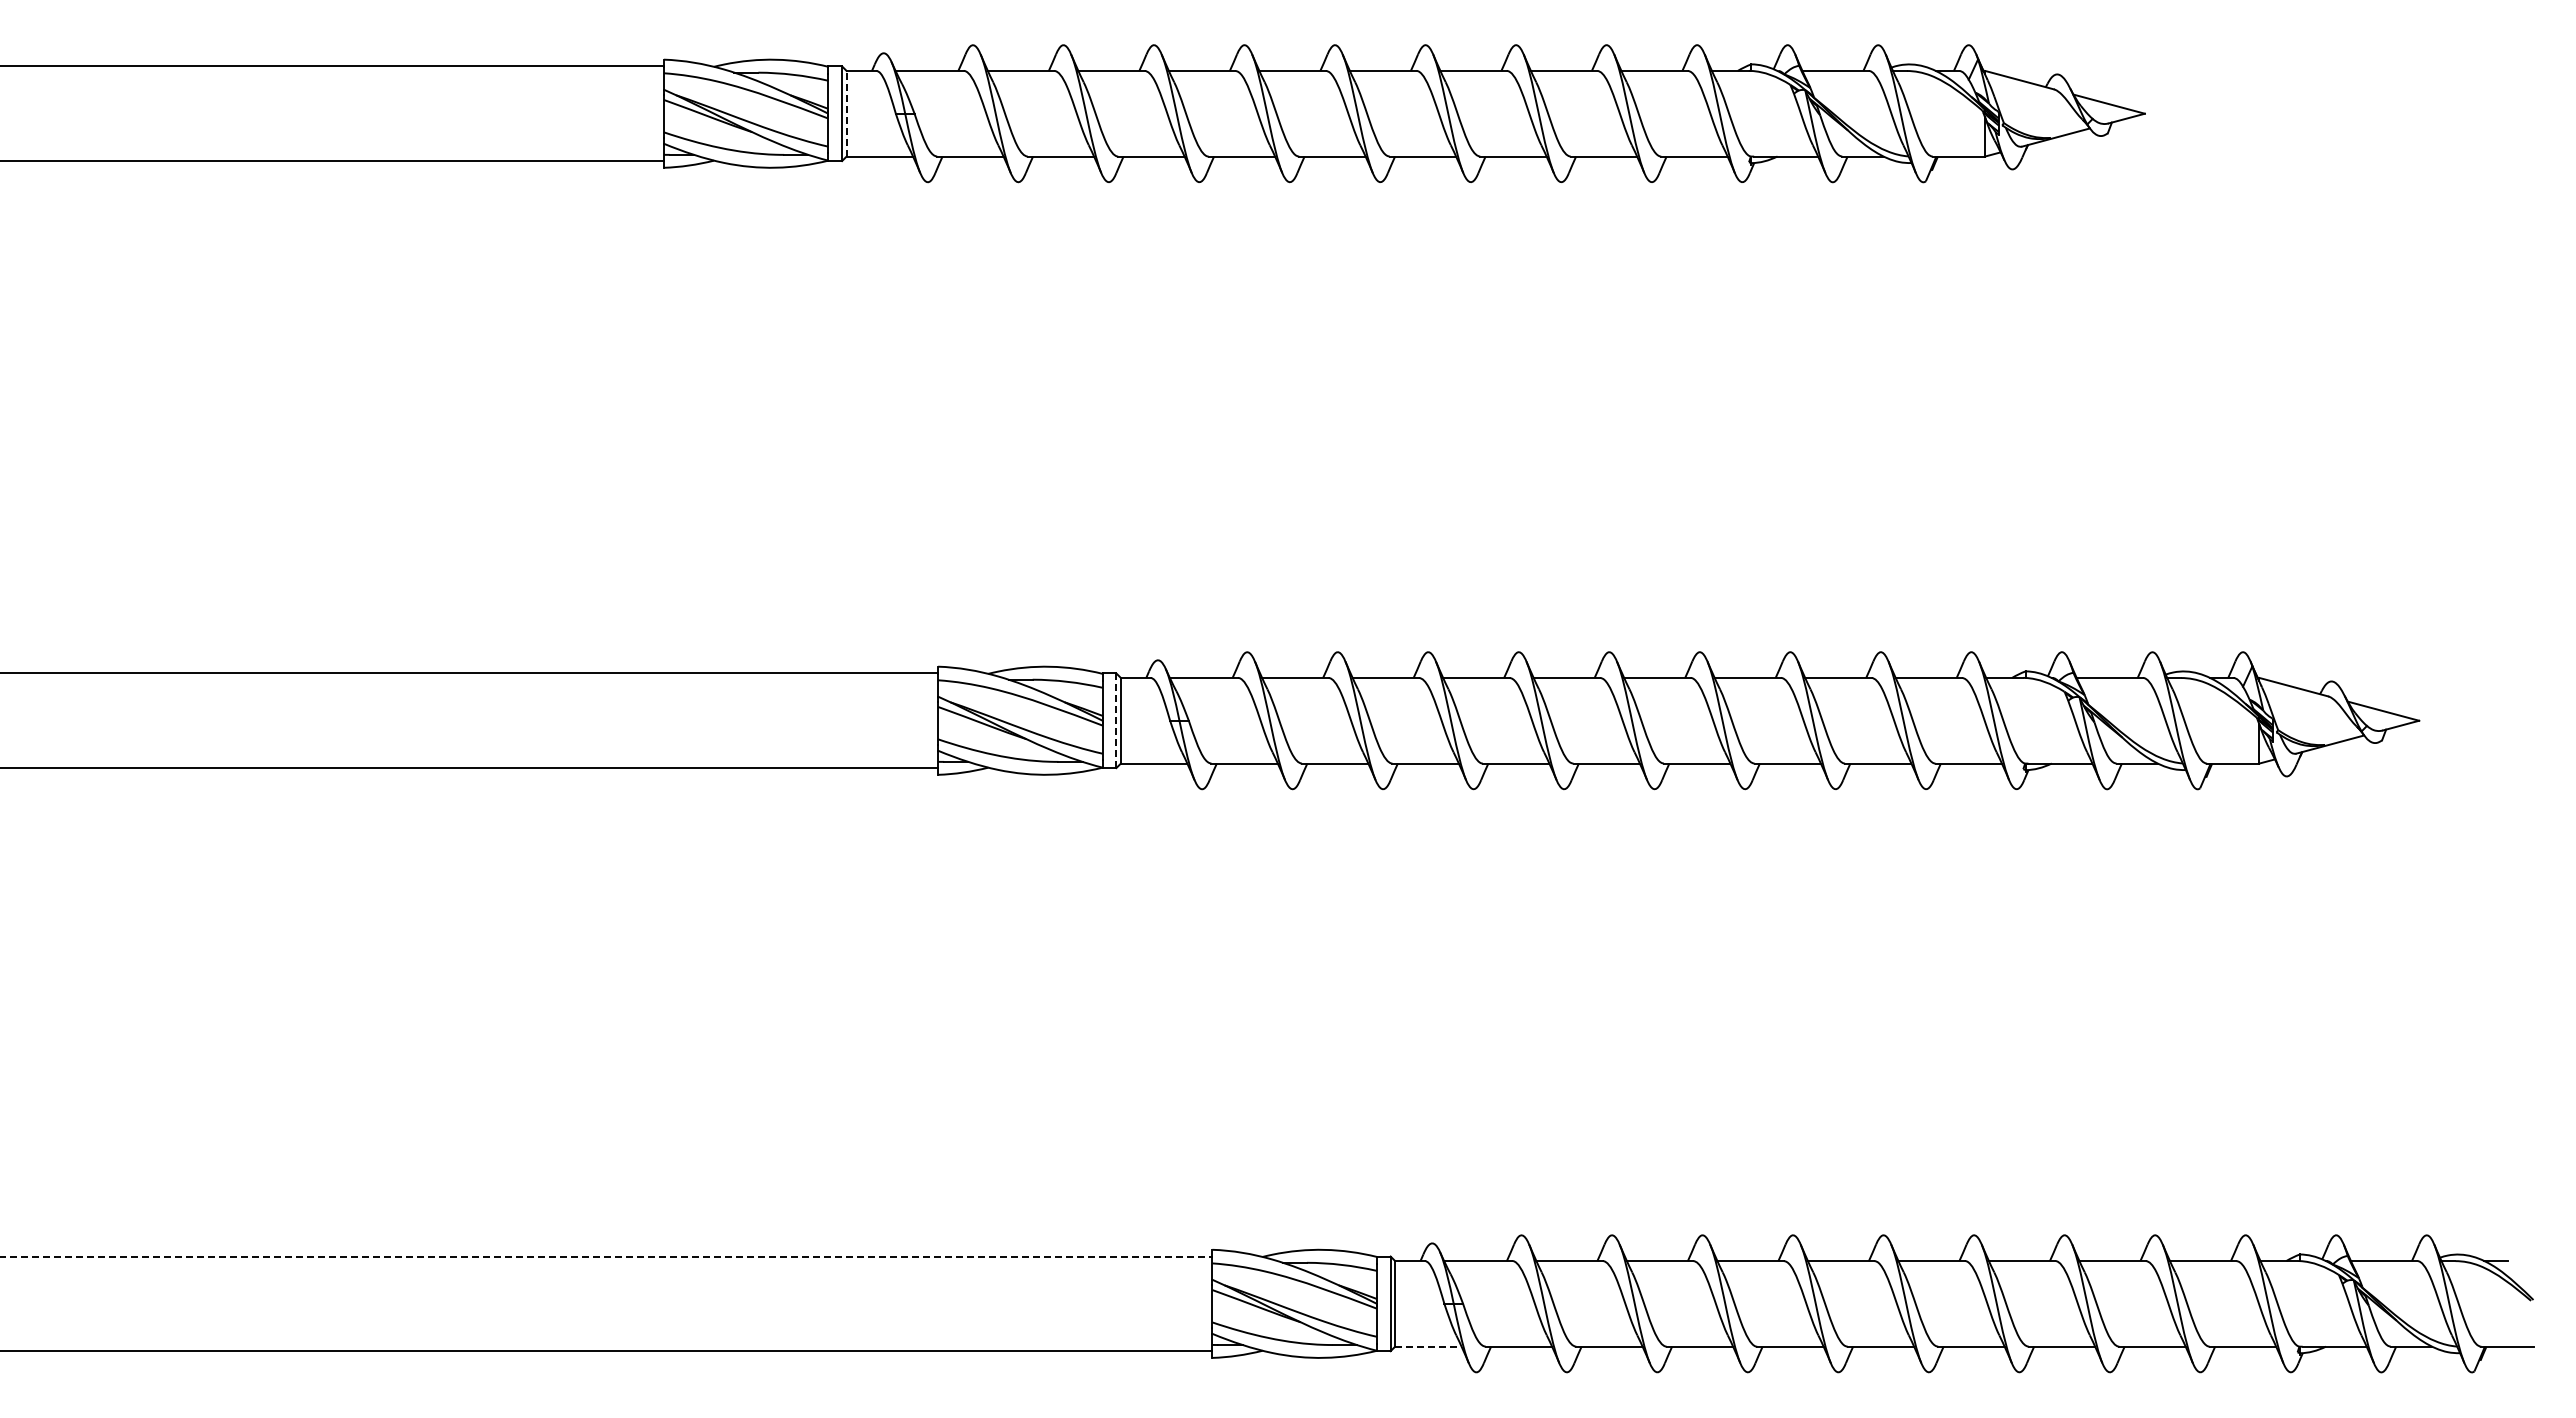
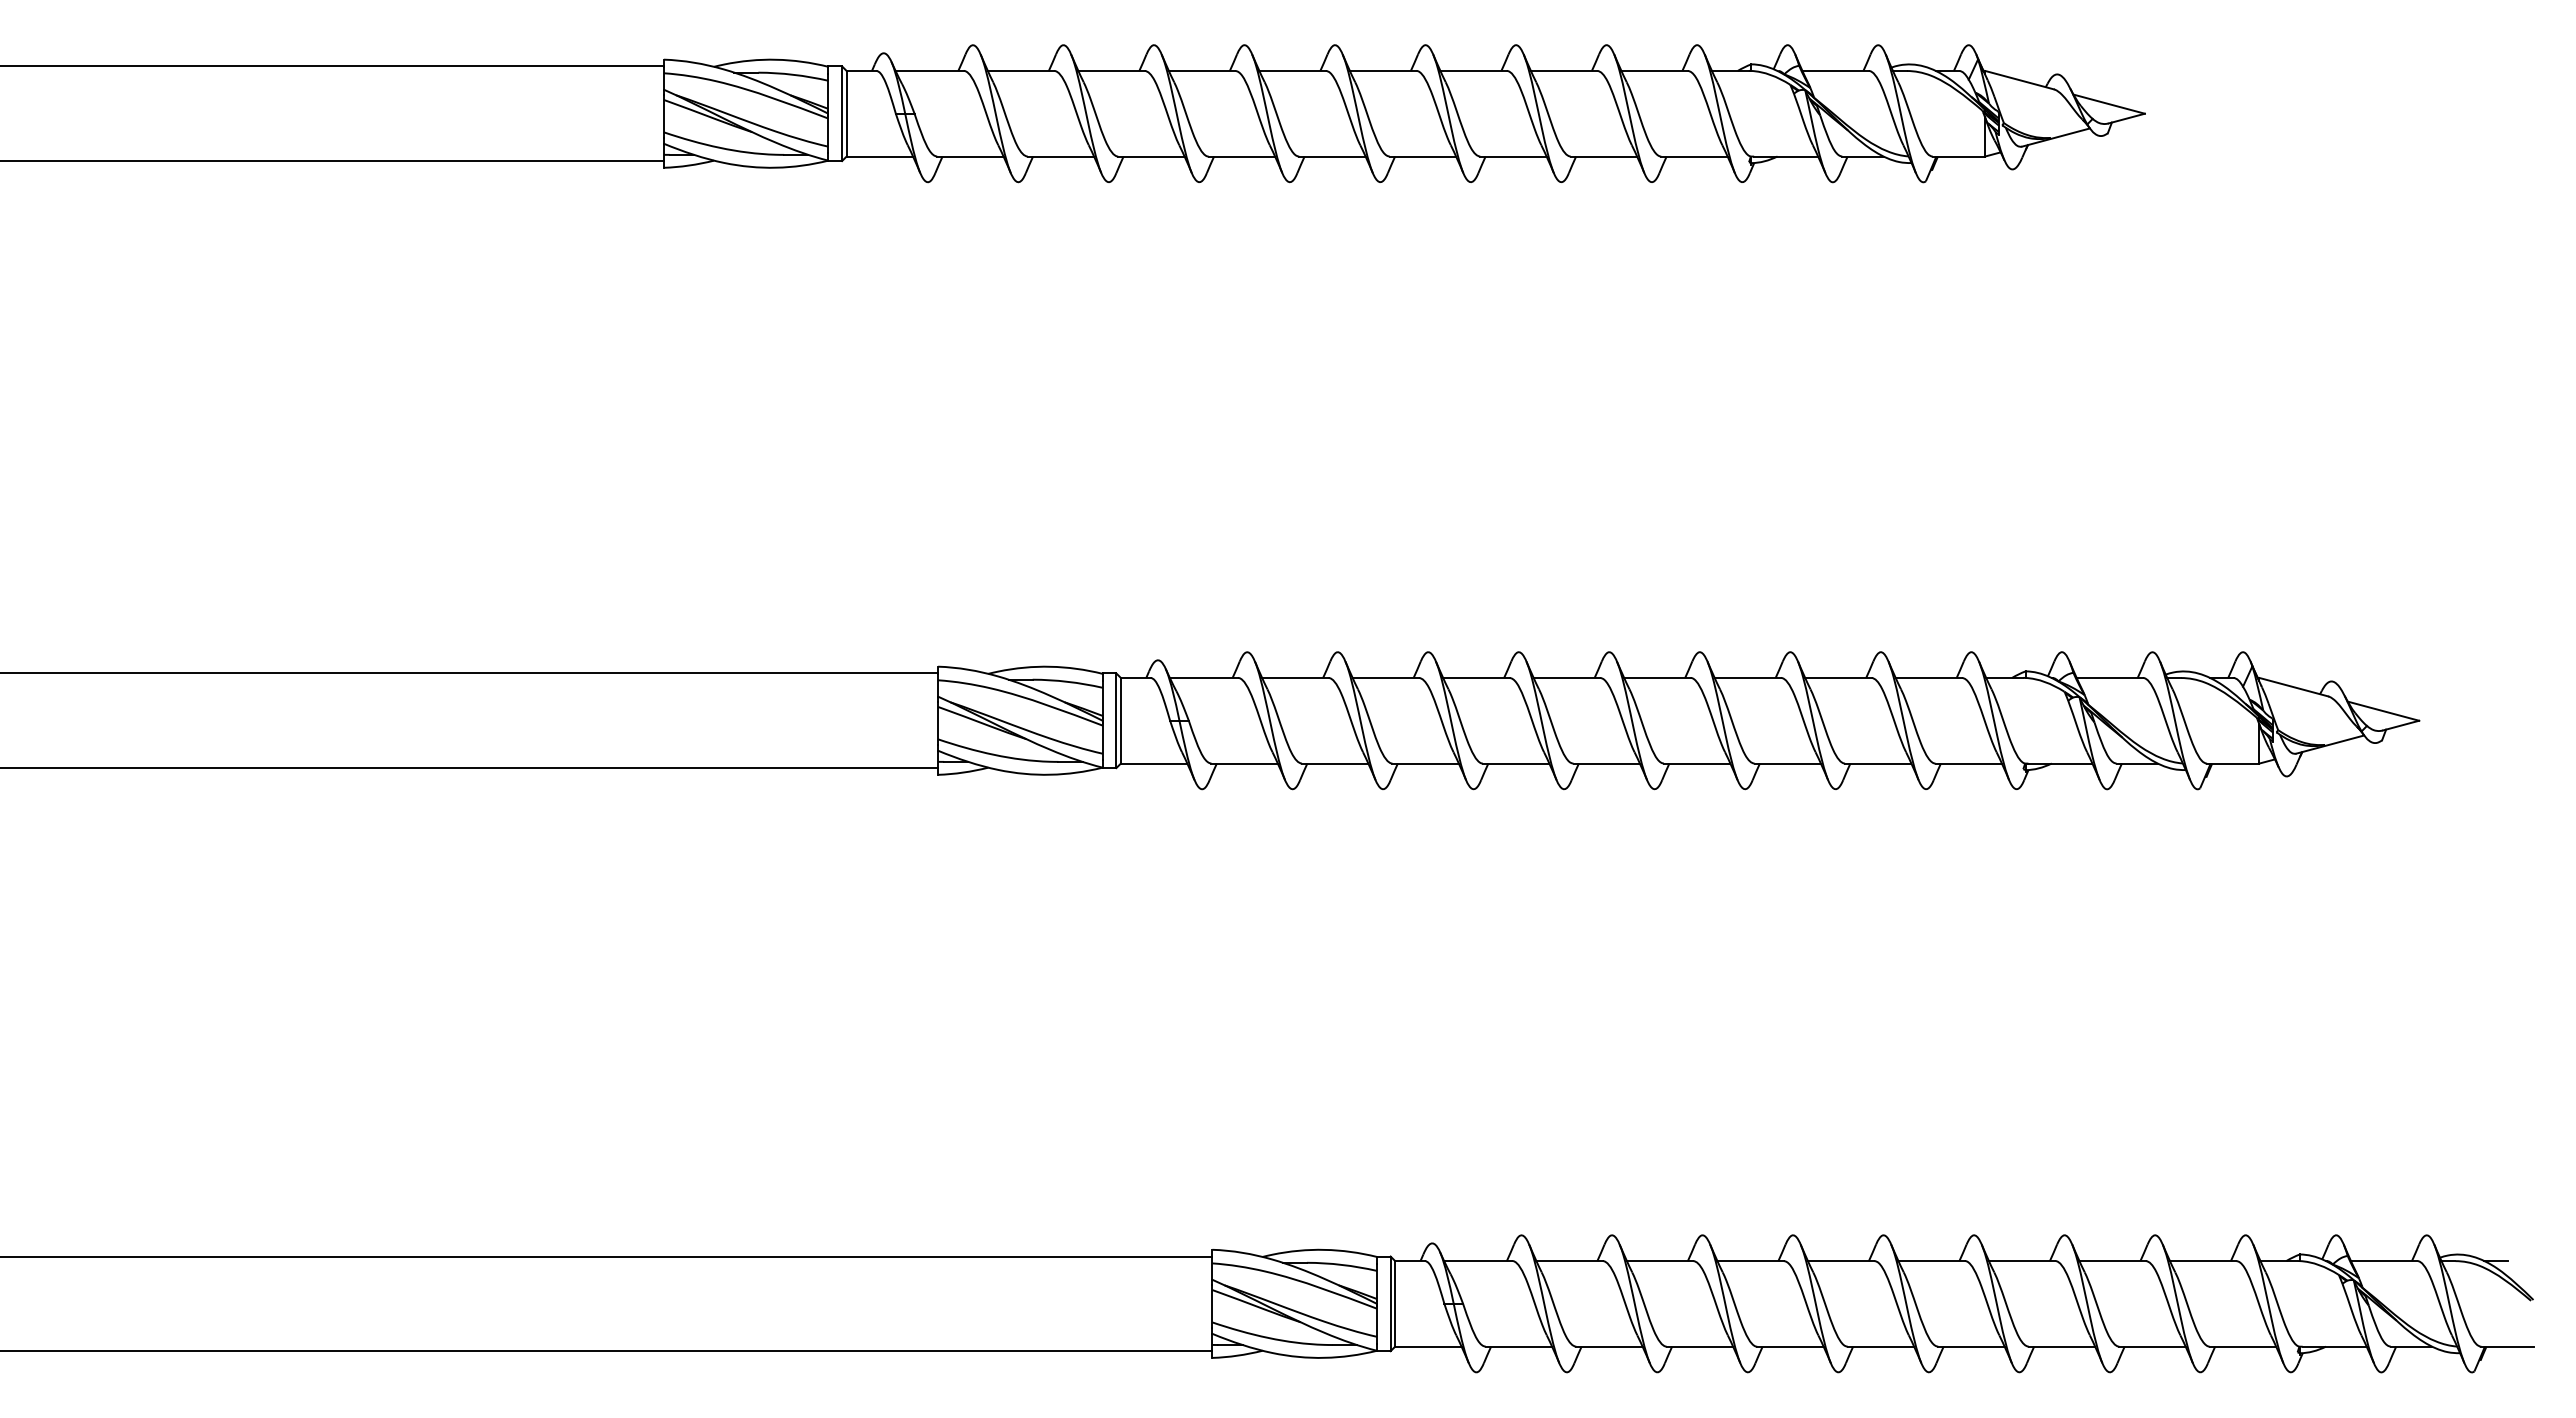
line at (846, 113): dashed -> solid
line at (1116, 720): dashed -> solid
line at (606, 1256): dashed -> solid
line at (1428, 1346): dashed -> solid
